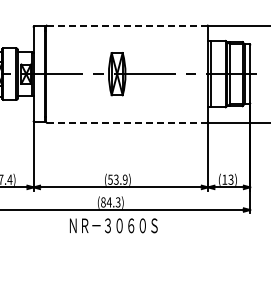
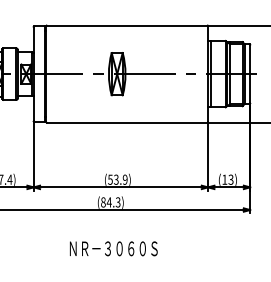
line at (127, 25): dashed -> solid
line at (127, 122): dashed -> solid
text at (113, 225) position: (113, 225) -> (113, 248)
